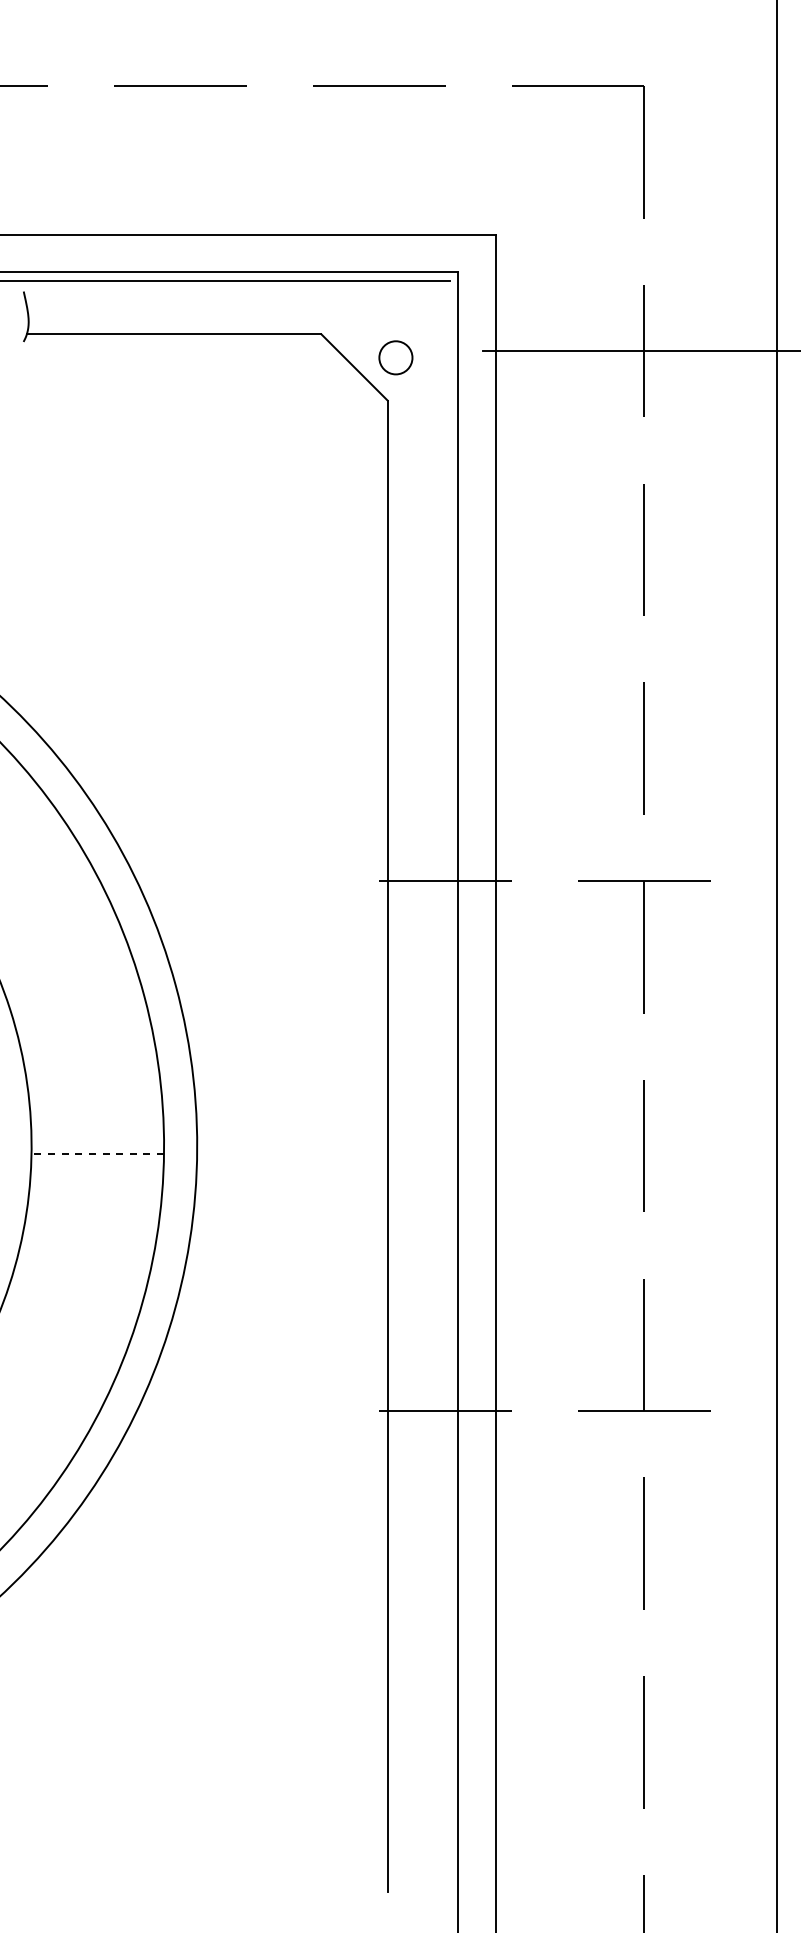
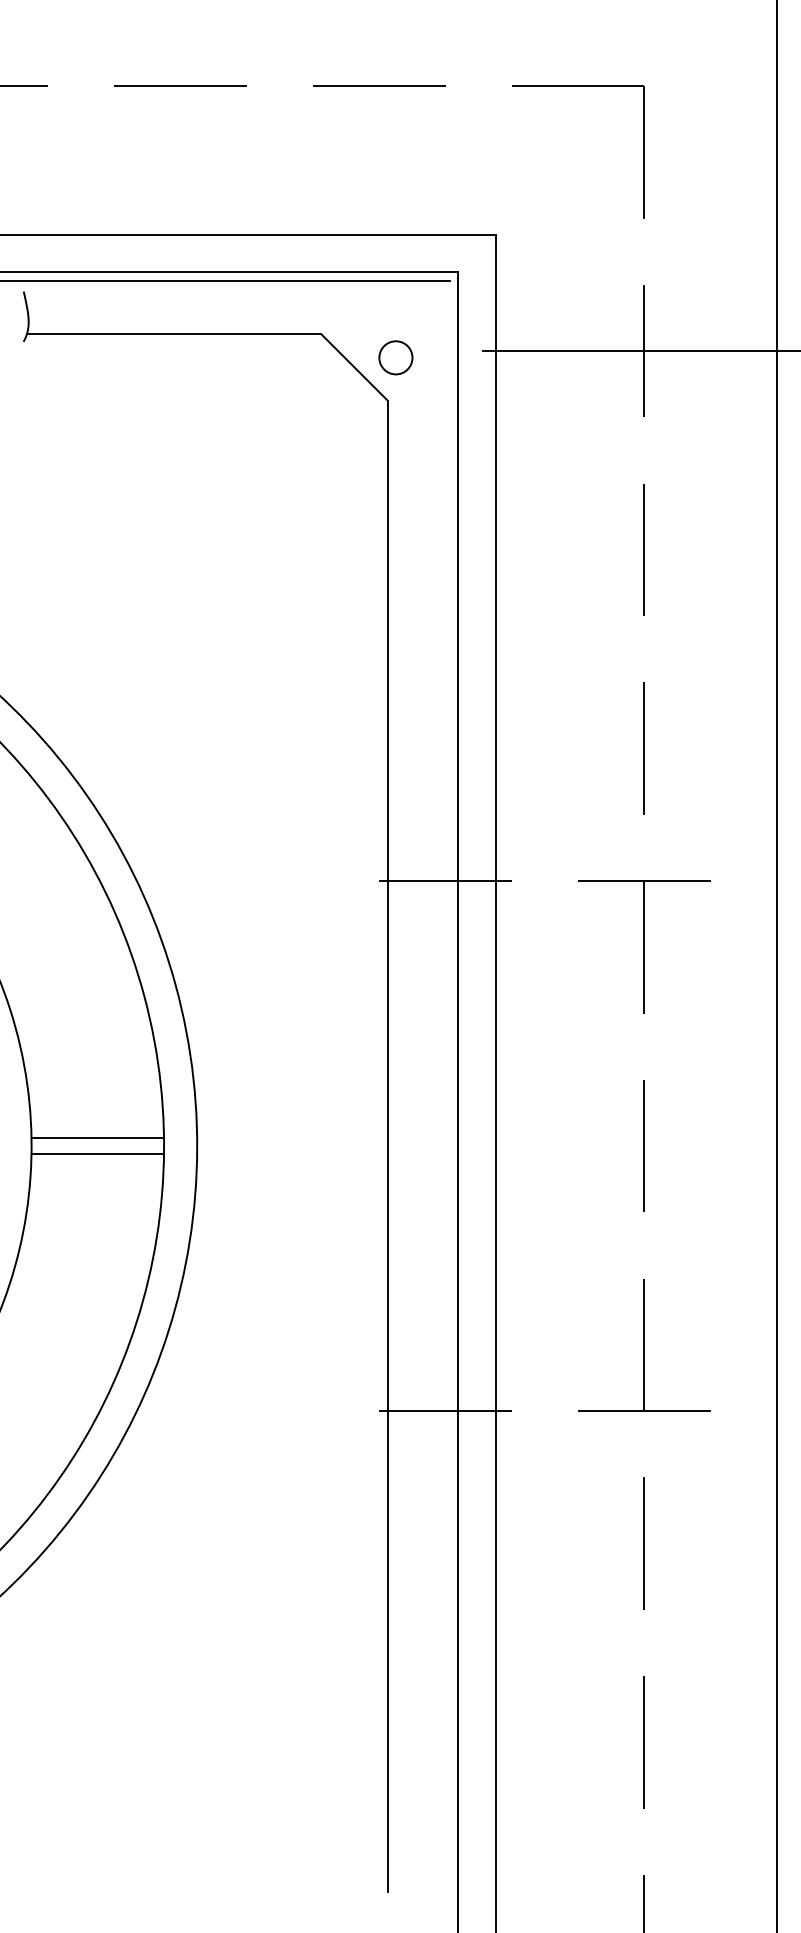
line at (97, 1137): none -> present
line at (97, 1154): dashed -> solid
